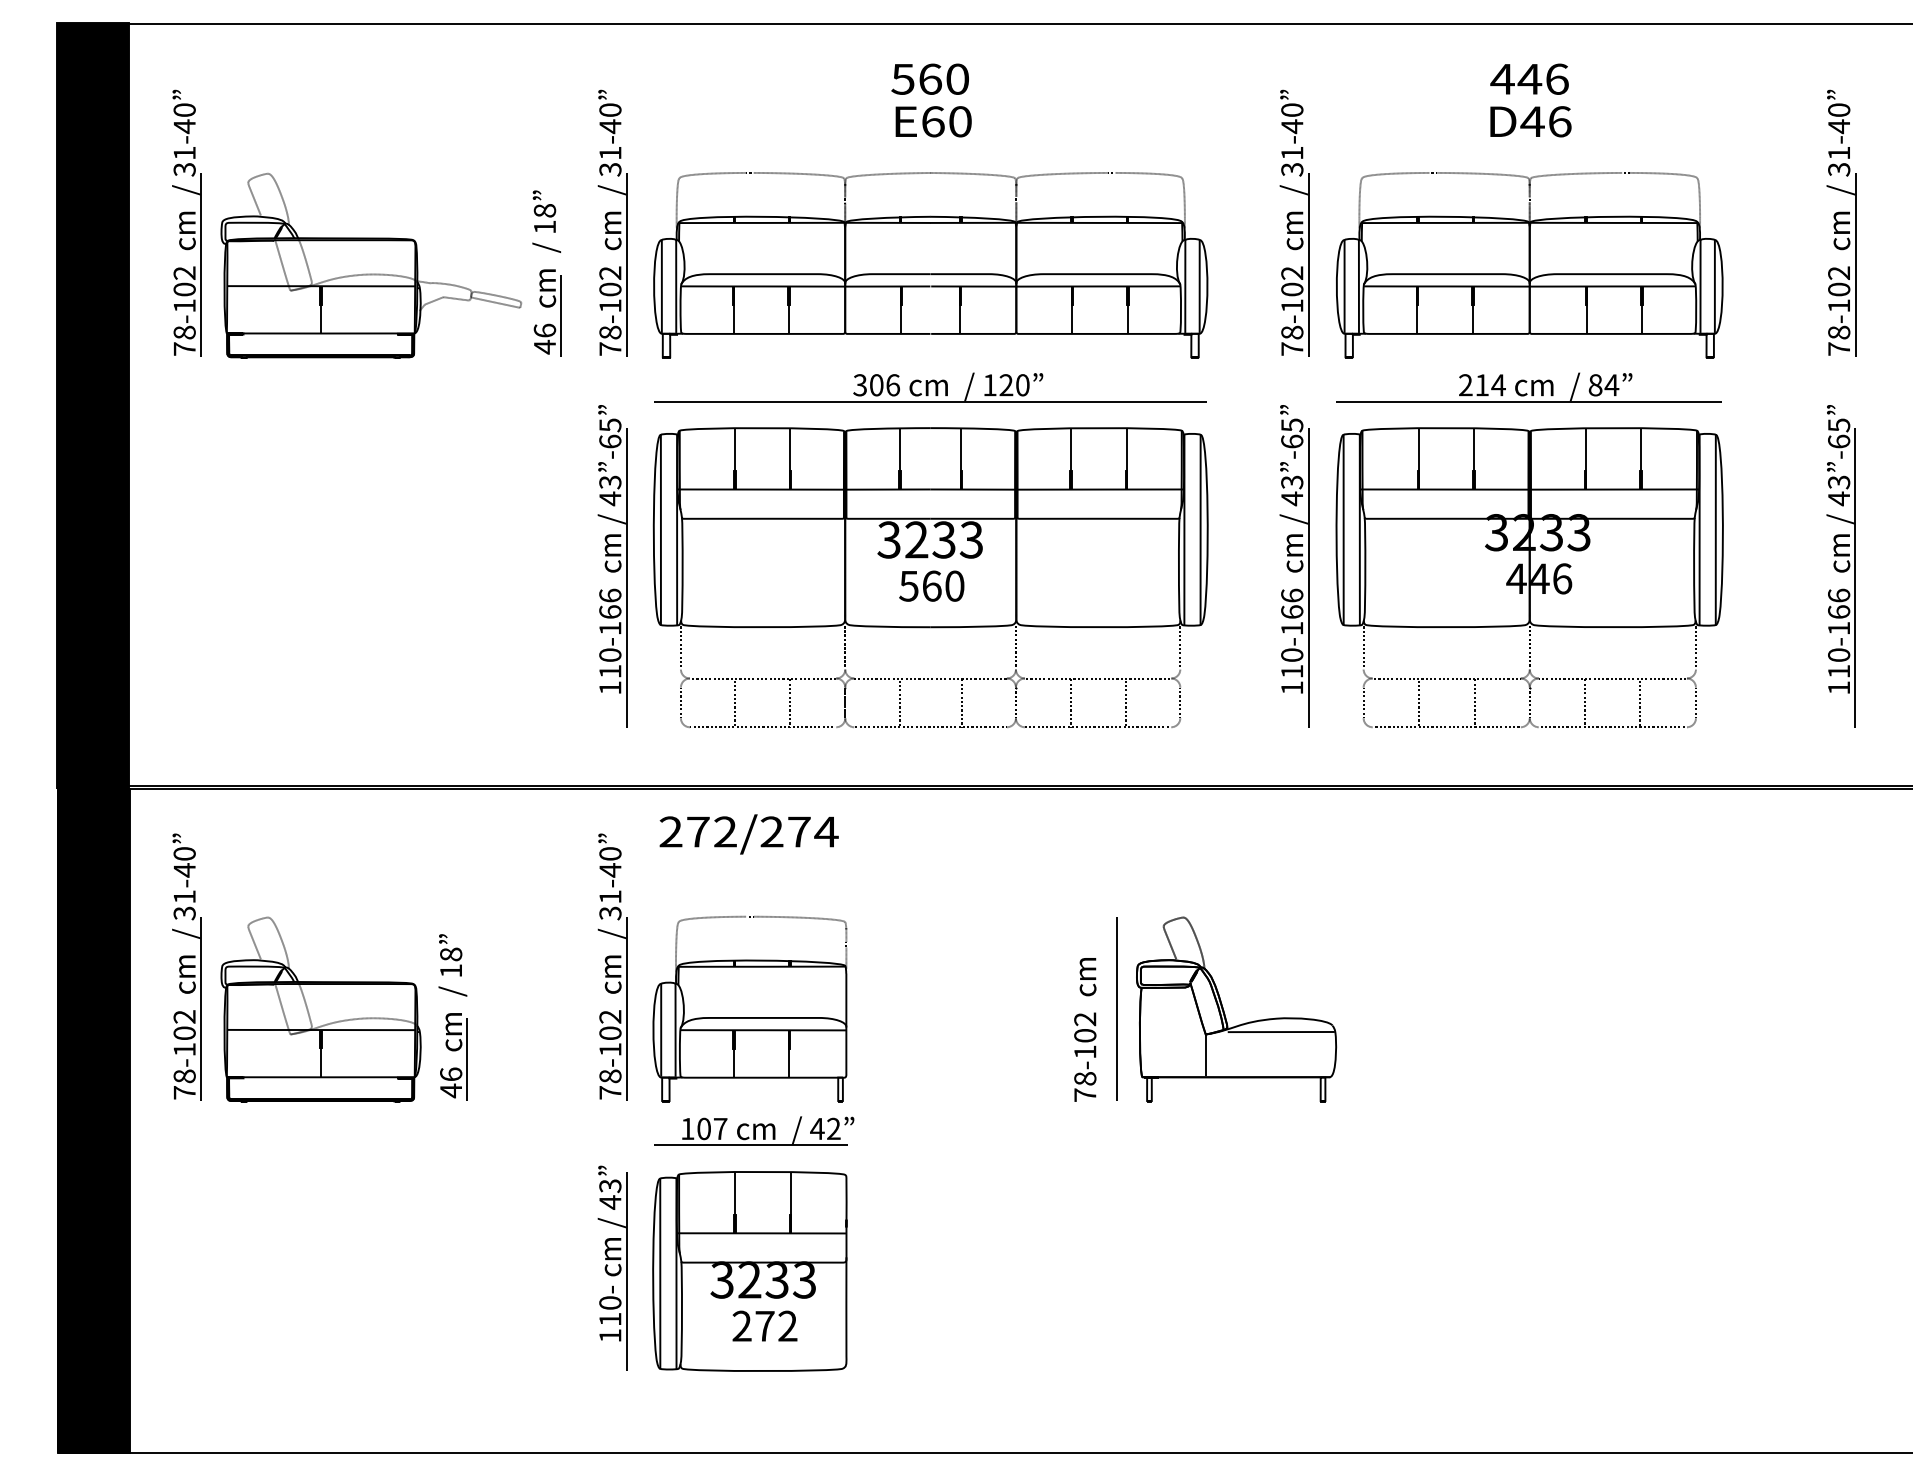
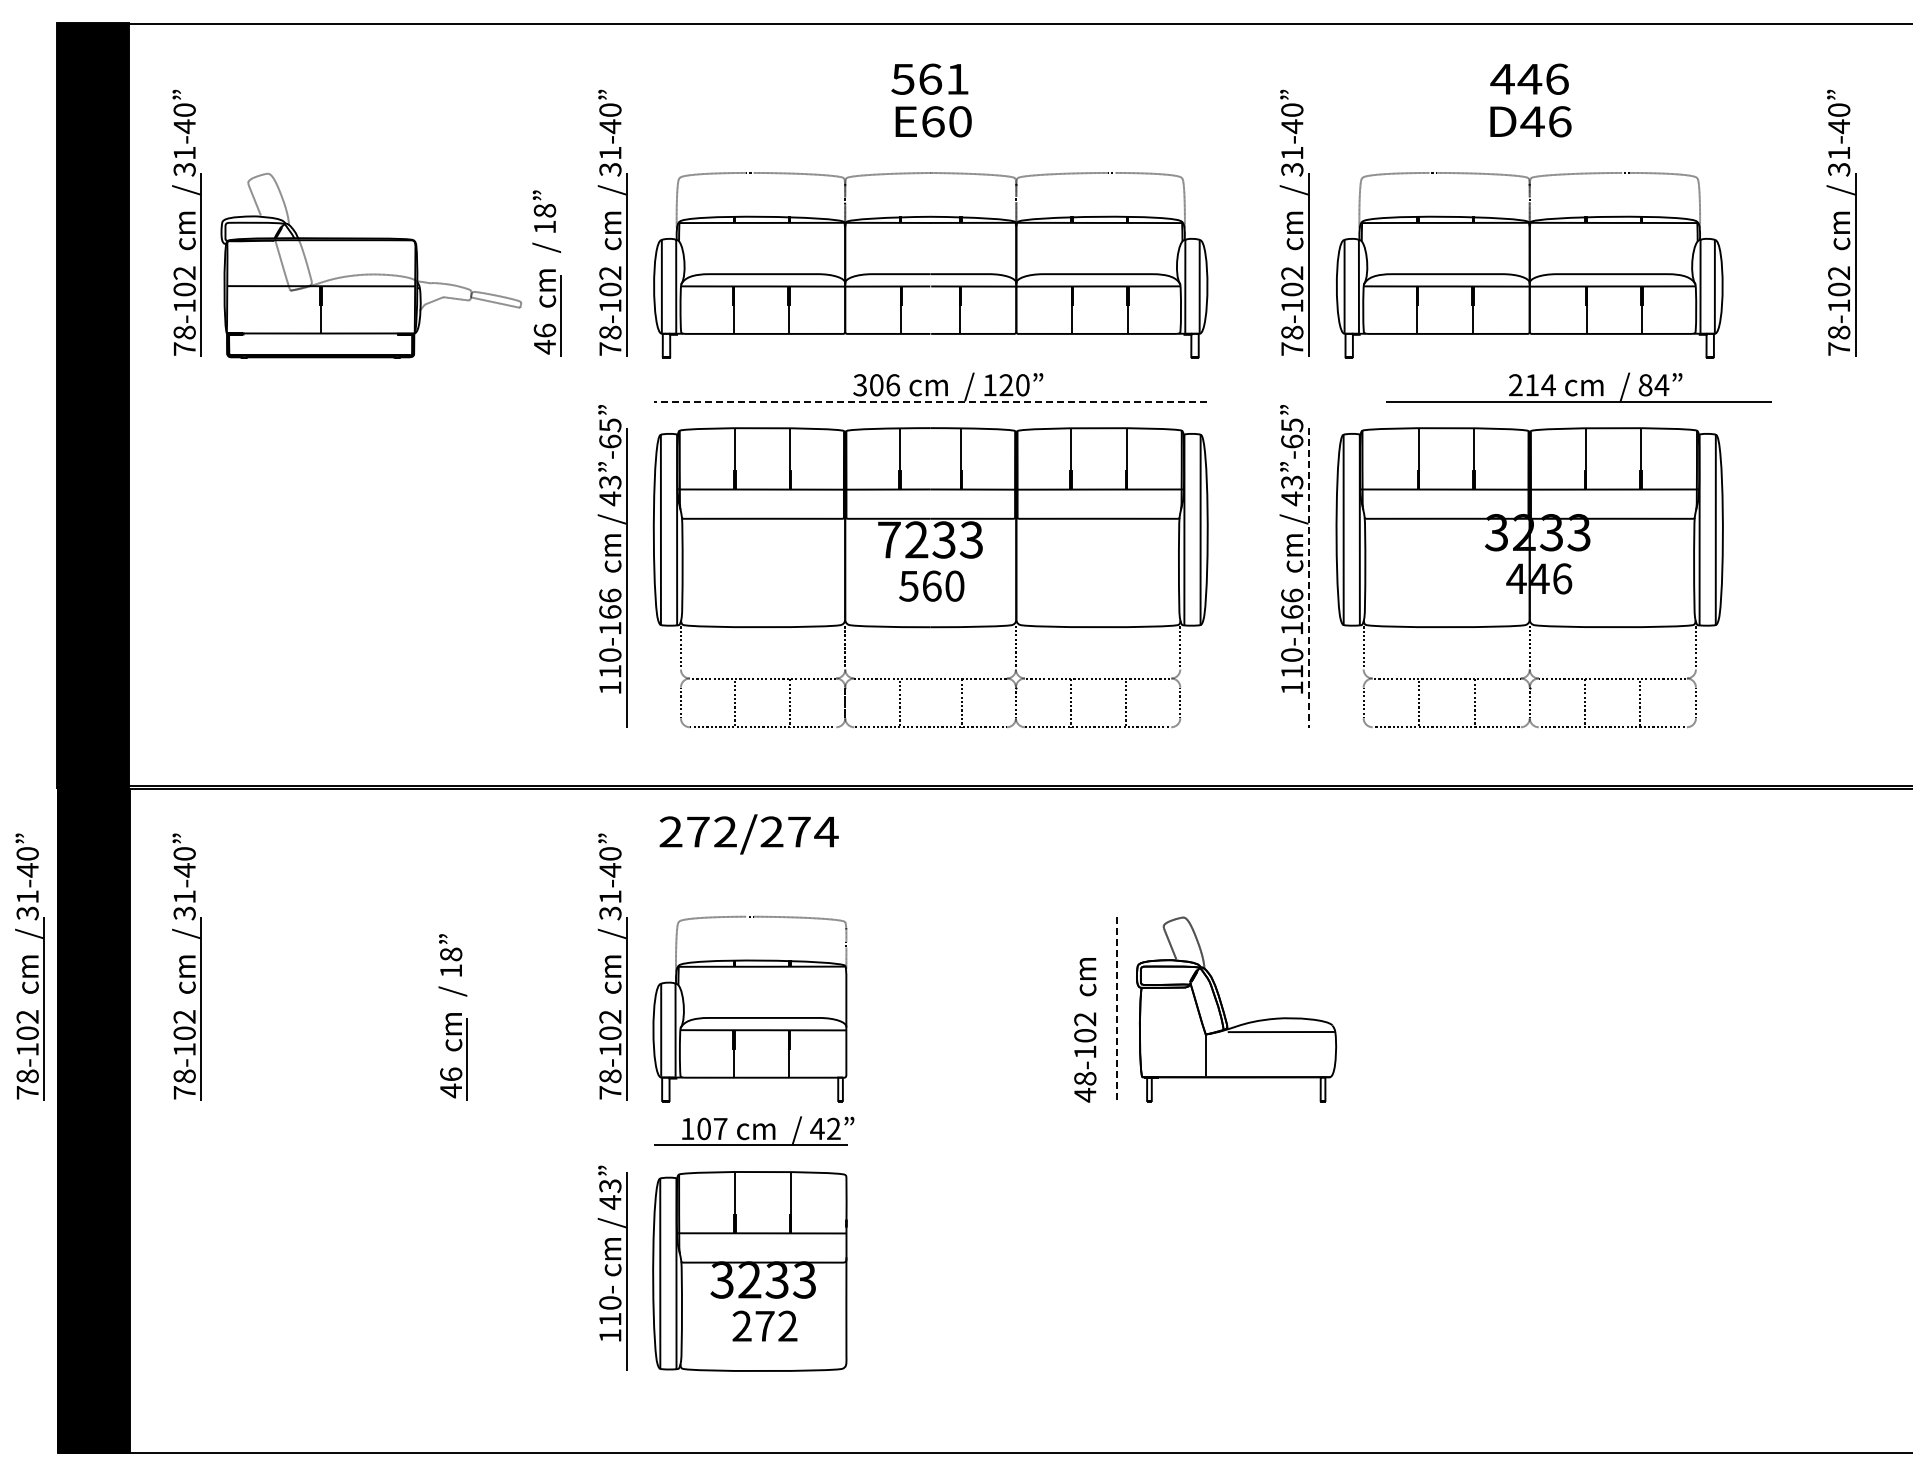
text at (957, 78): 560 -> 561
part at (1528, 387) position: (1528, 387) -> (1578, 387)
line at (929, 401): solid -> dashed
text at (888, 539): 3233 -> 7233
part at (1840, 566): present -> none
line at (1308, 578): solid -> dashed
part at (29, 966): none -> present
part at (320, 1009): present -> none
line at (1116, 1009): solid -> dashed
text at (1085, 1094): 78-102 -> 48-102
